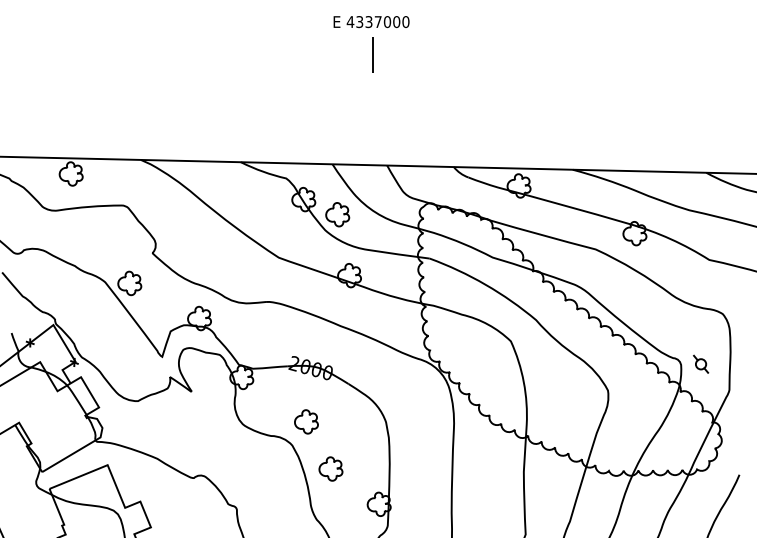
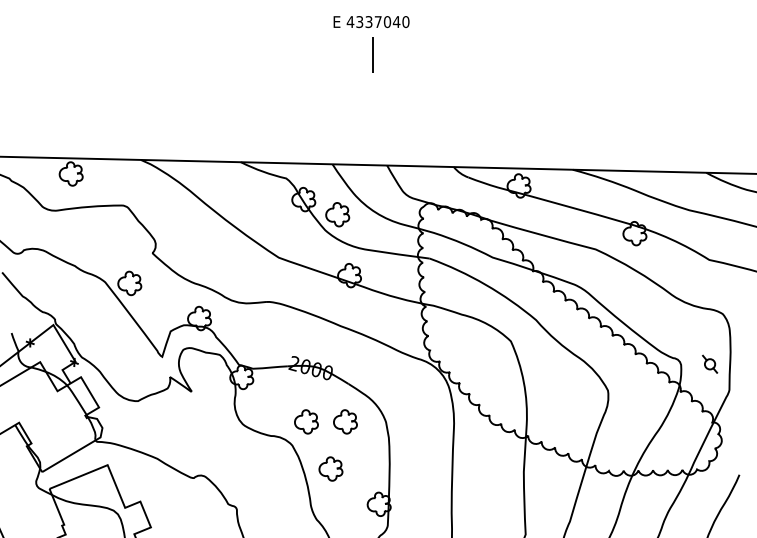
text at (396, 22): 4337000 -> 4337040
part at (701, 363) position: (701, 363) -> (710, 363)
part at (345, 421): none -> present
